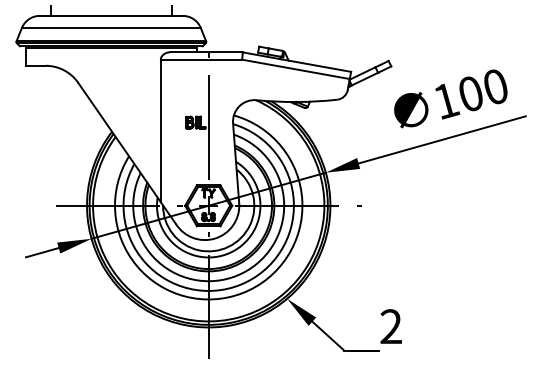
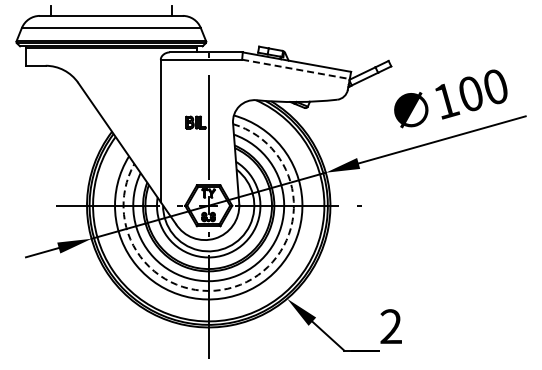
line at (295, 69): solid -> dashed
arc at (240, 284): solid -> dashed
